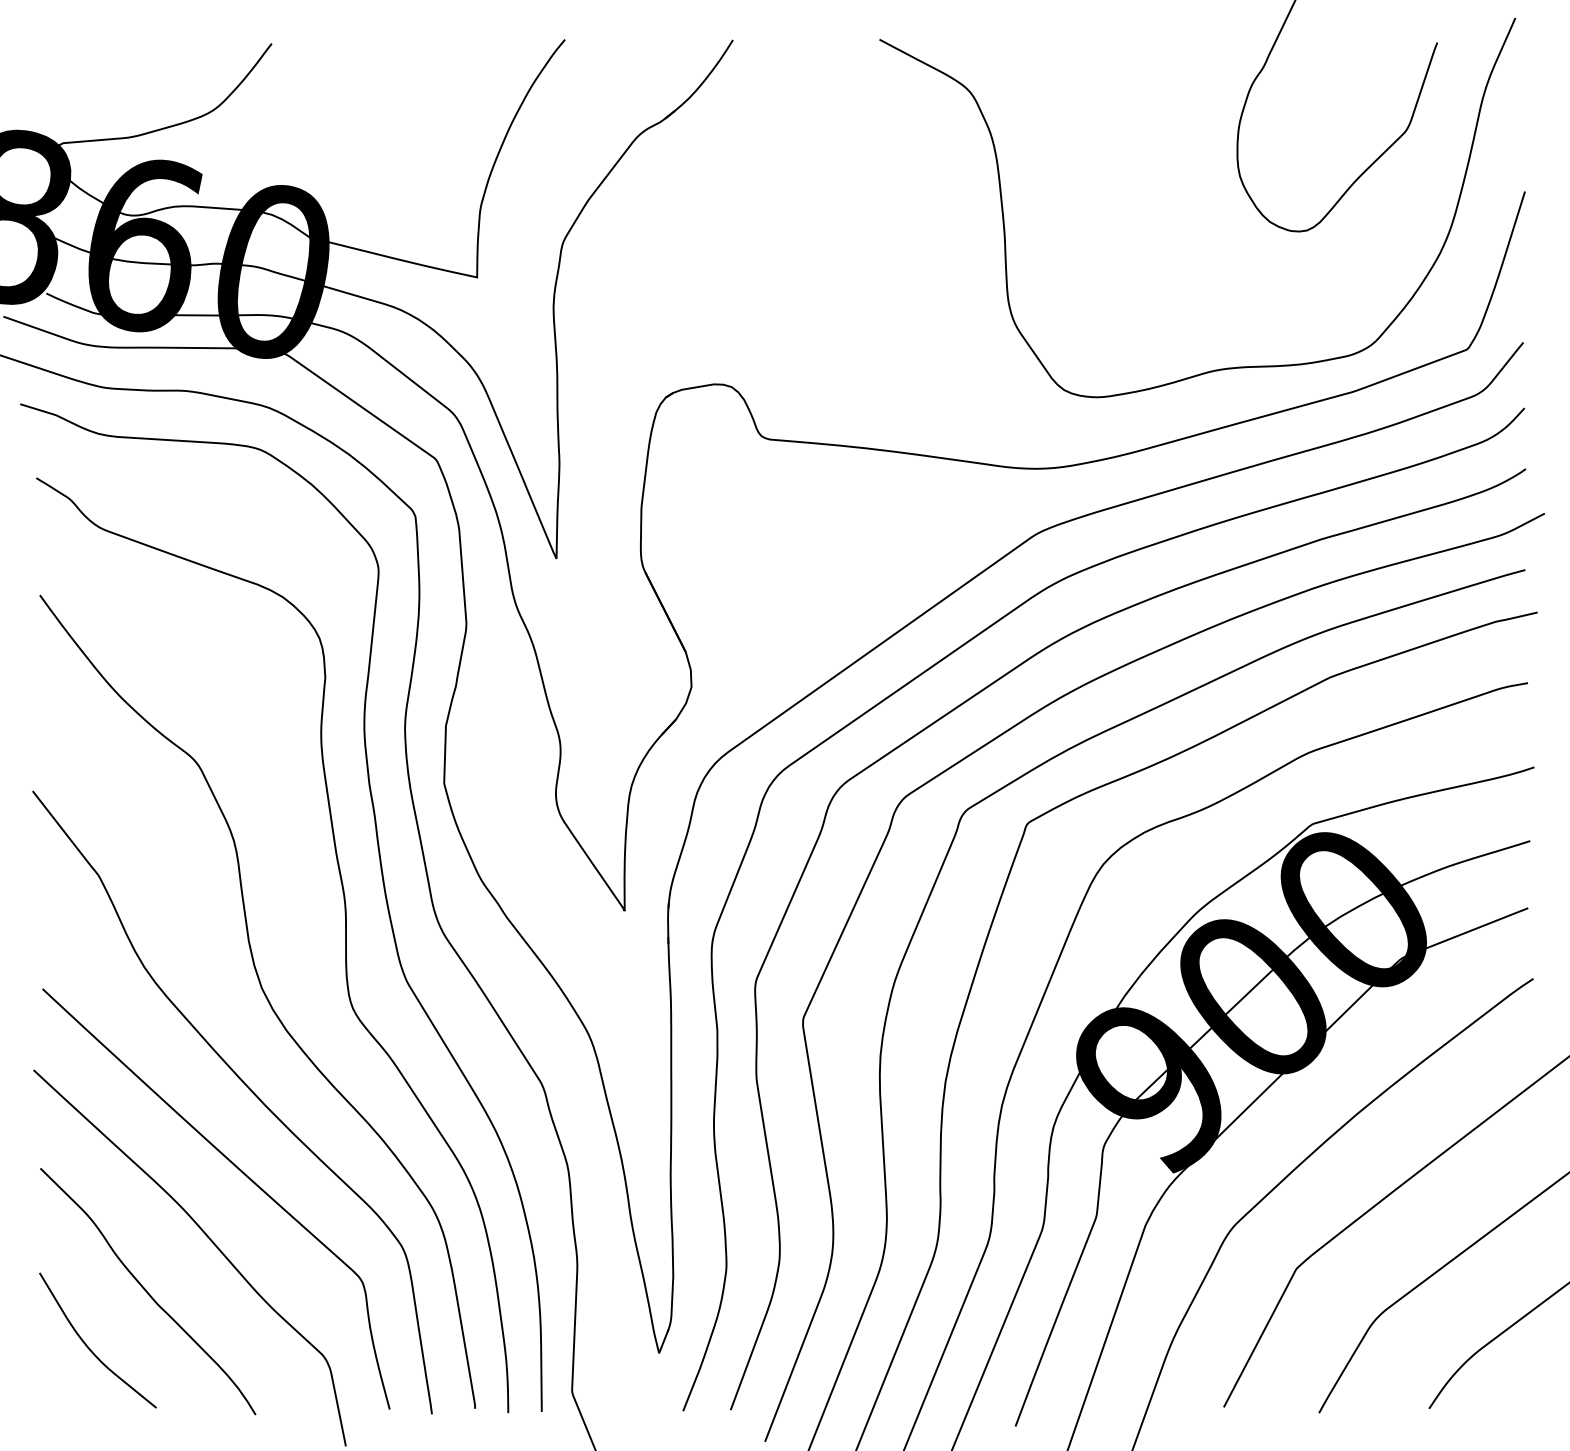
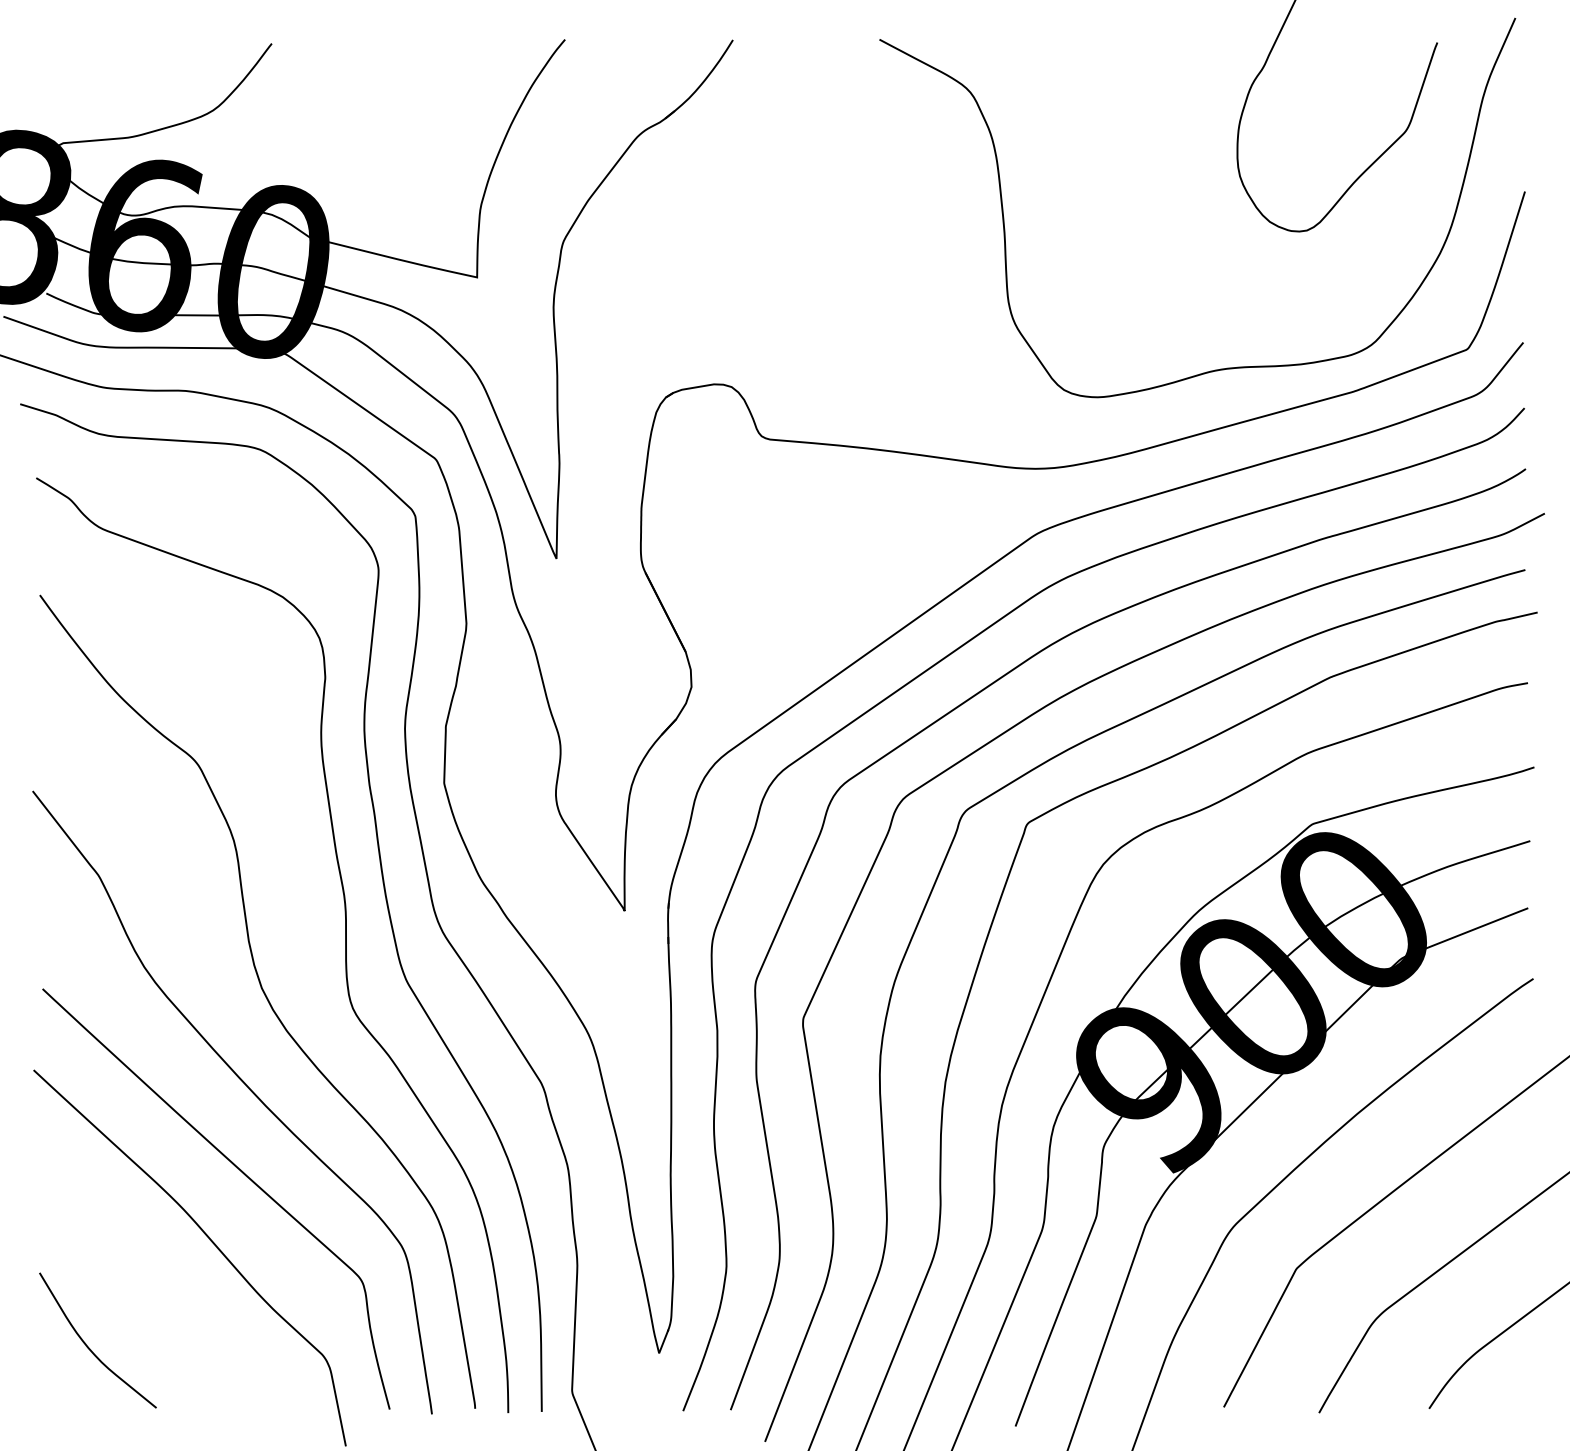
curve at (147, 1291): present -> none
